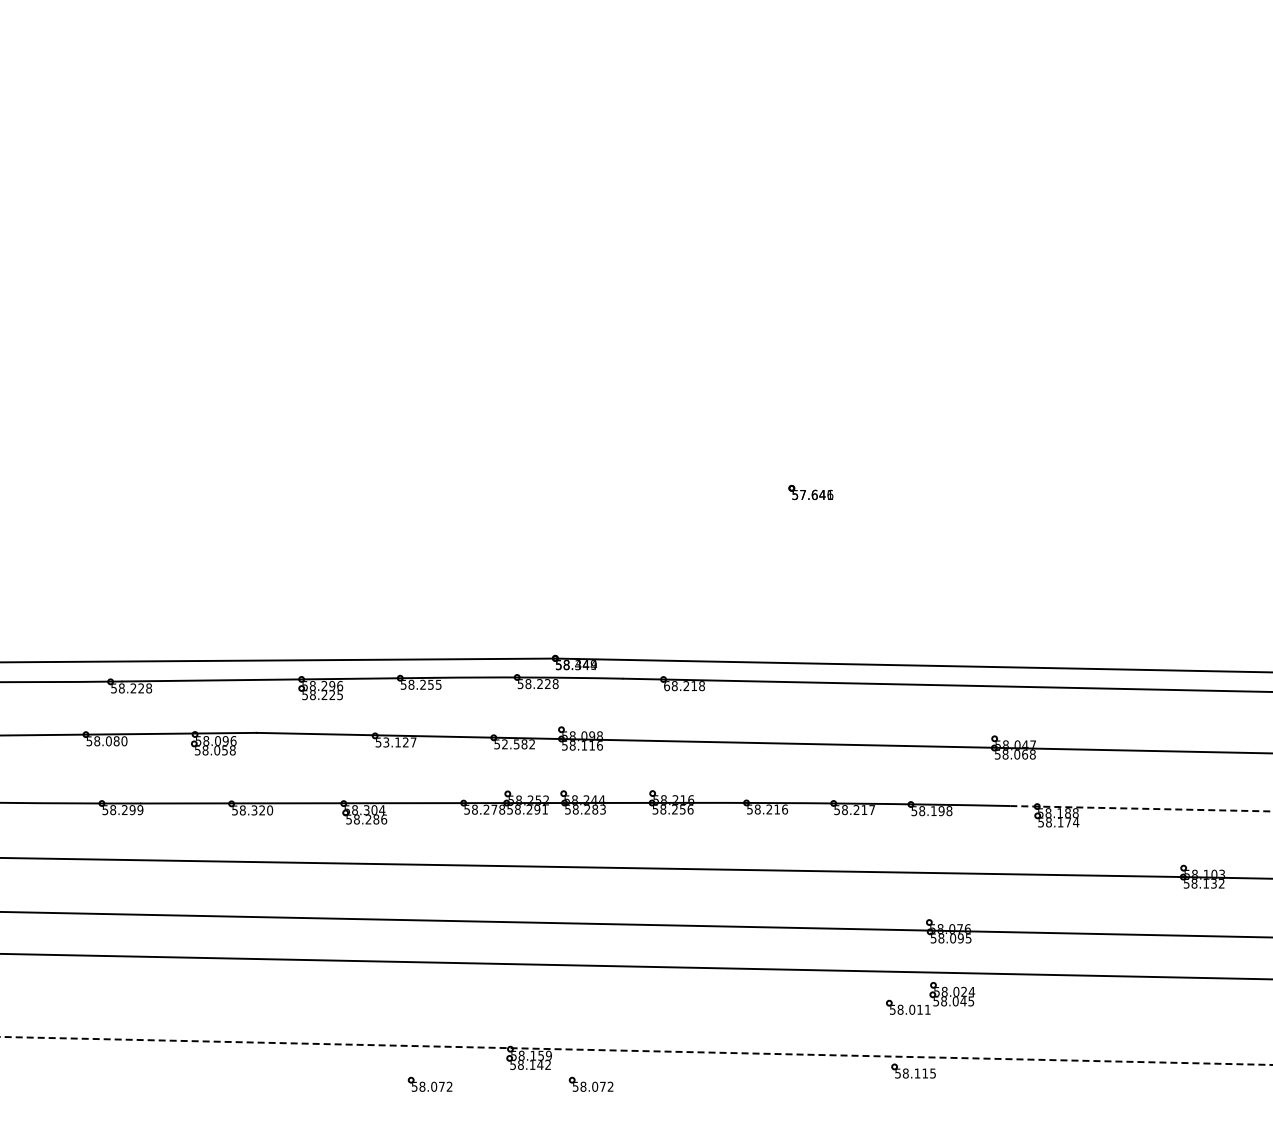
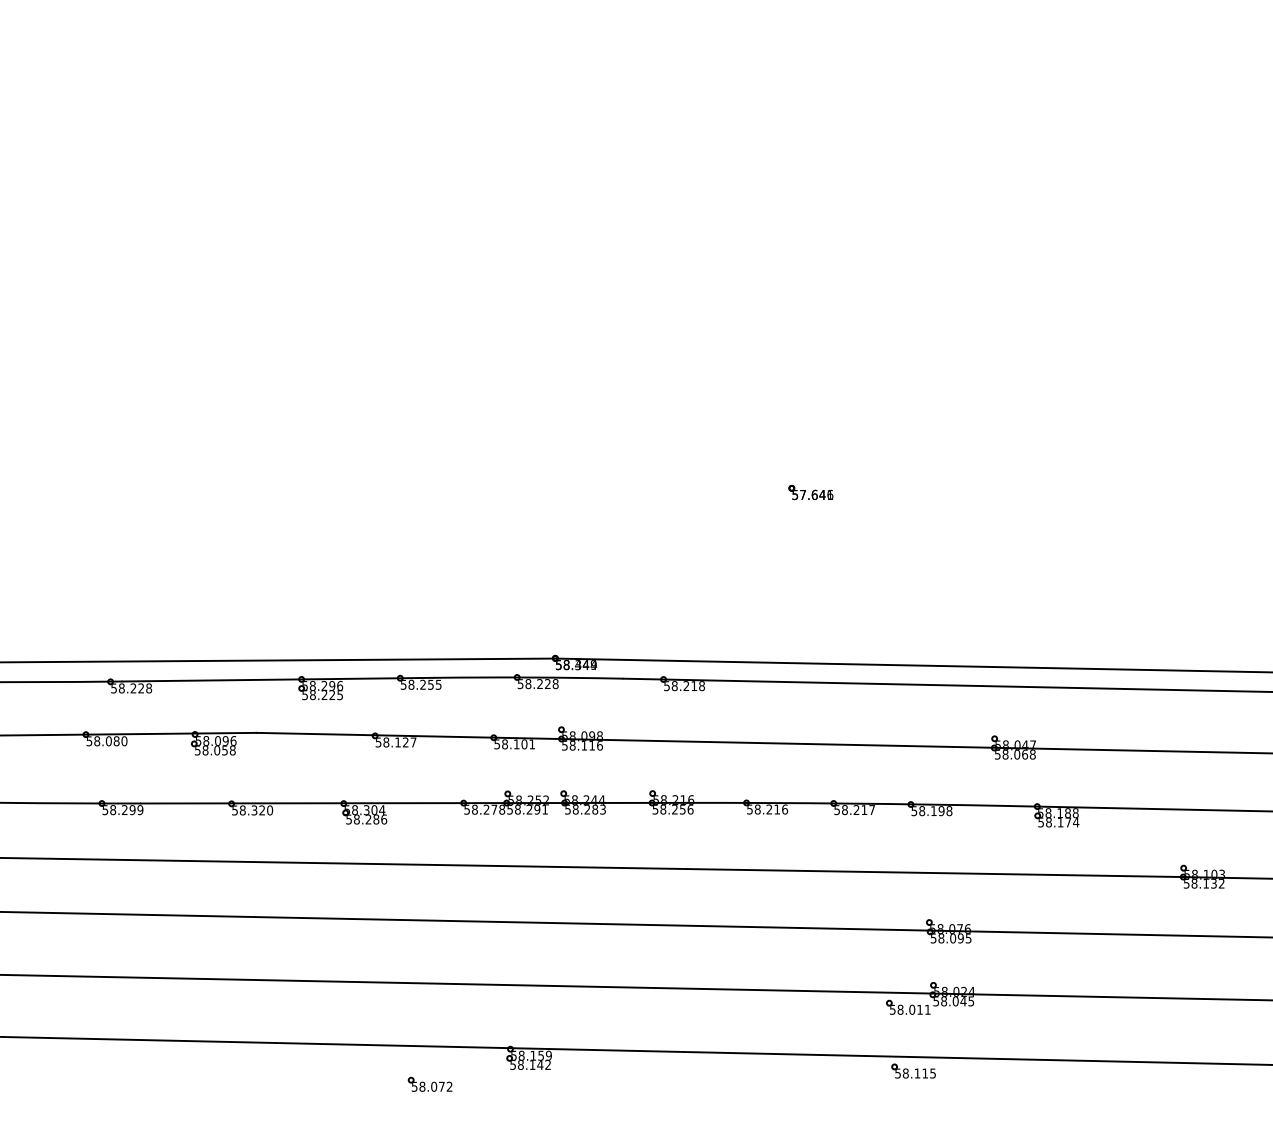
text at (667, 686): 68.218 -> 58.218
text at (386, 742): 53.127 -> 58.127
text at (518, 744): 52.582 -> 58.101
line at (1141, 808): dashed -> solid
line at (635, 966) position: (635, 966) -> (635, 987)
line at (636, 1050): dashed -> solid
part at (590, 1083): present -> none
